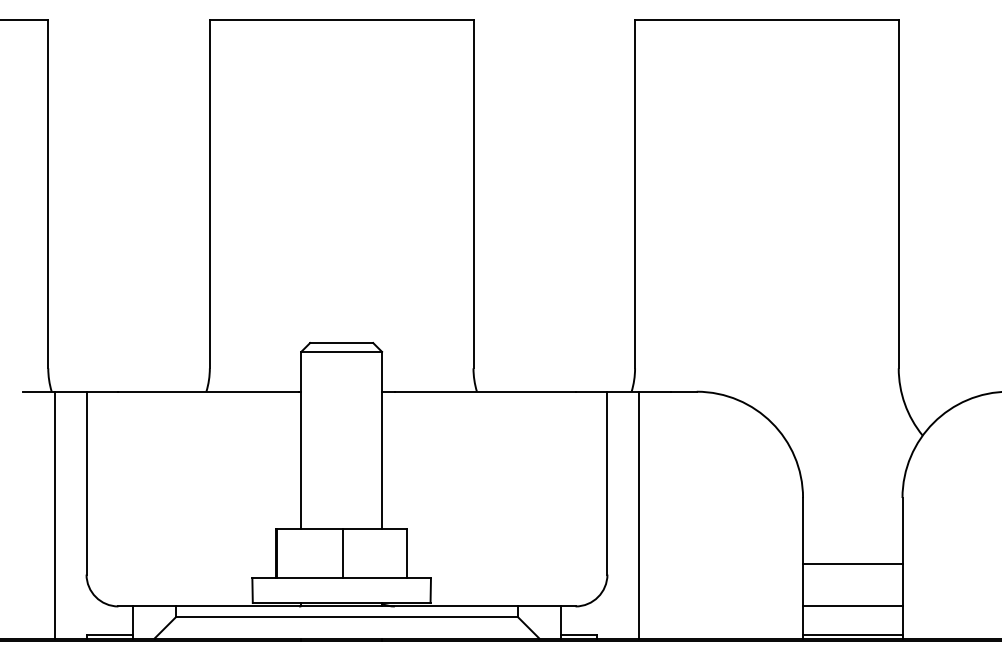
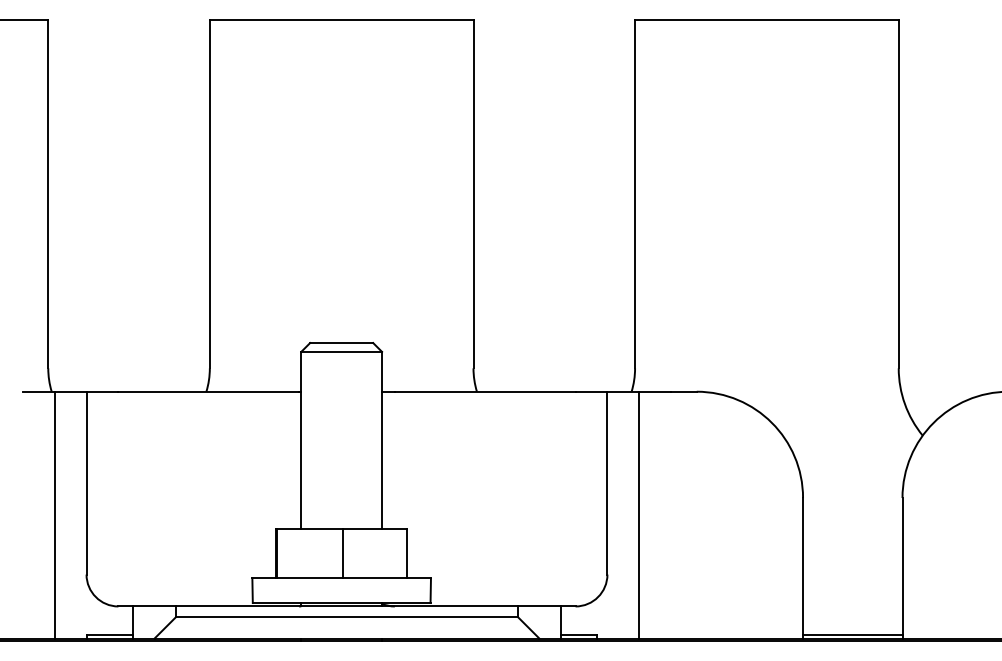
line at (852, 563): present -> none
line at (852, 606): present -> none
